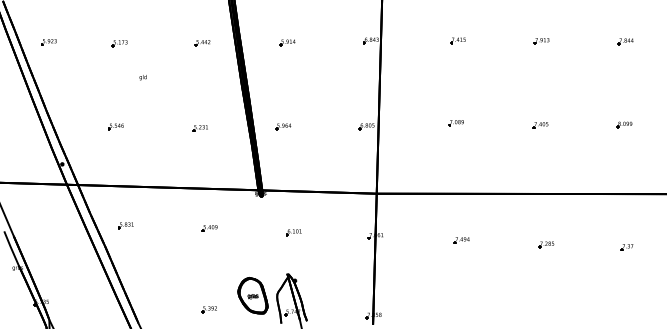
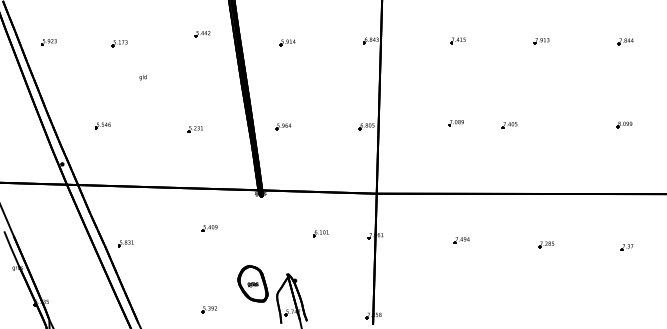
part at (202, 43) position: (202, 43) -> (202, 34)
part at (540, 125) position: (540, 125) -> (509, 125)
part at (115, 126) position: (115, 126) -> (102, 125)
part at (199, 128) position: (199, 128) -> (194, 129)
part at (125, 225) position: (125, 225) -> (125, 243)
part at (293, 232) position: (293, 232) -> (320, 233)
part at (252, 295) position: (252, 295) -> (252, 283)
